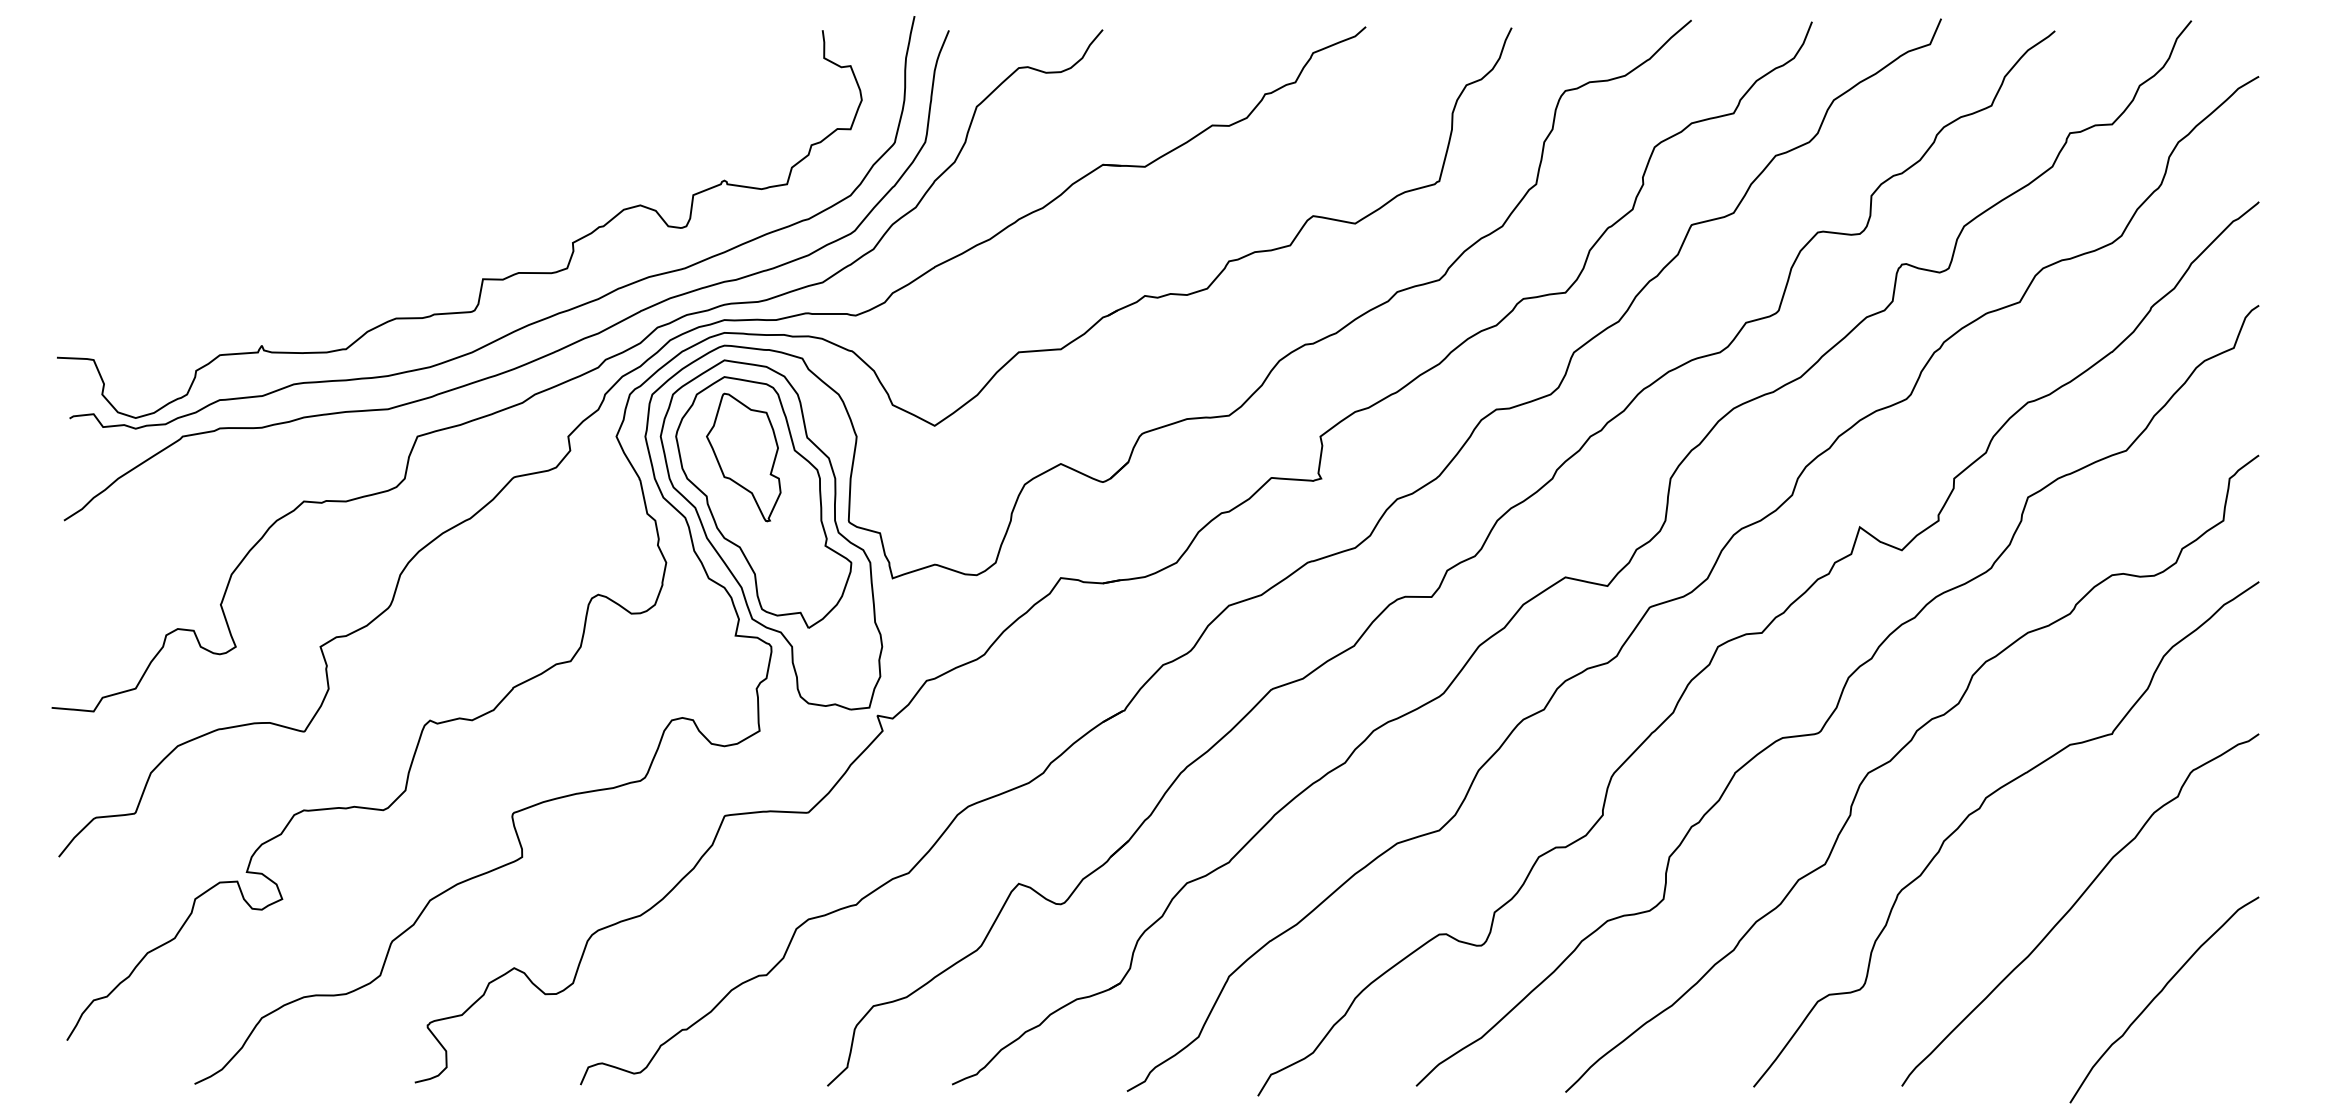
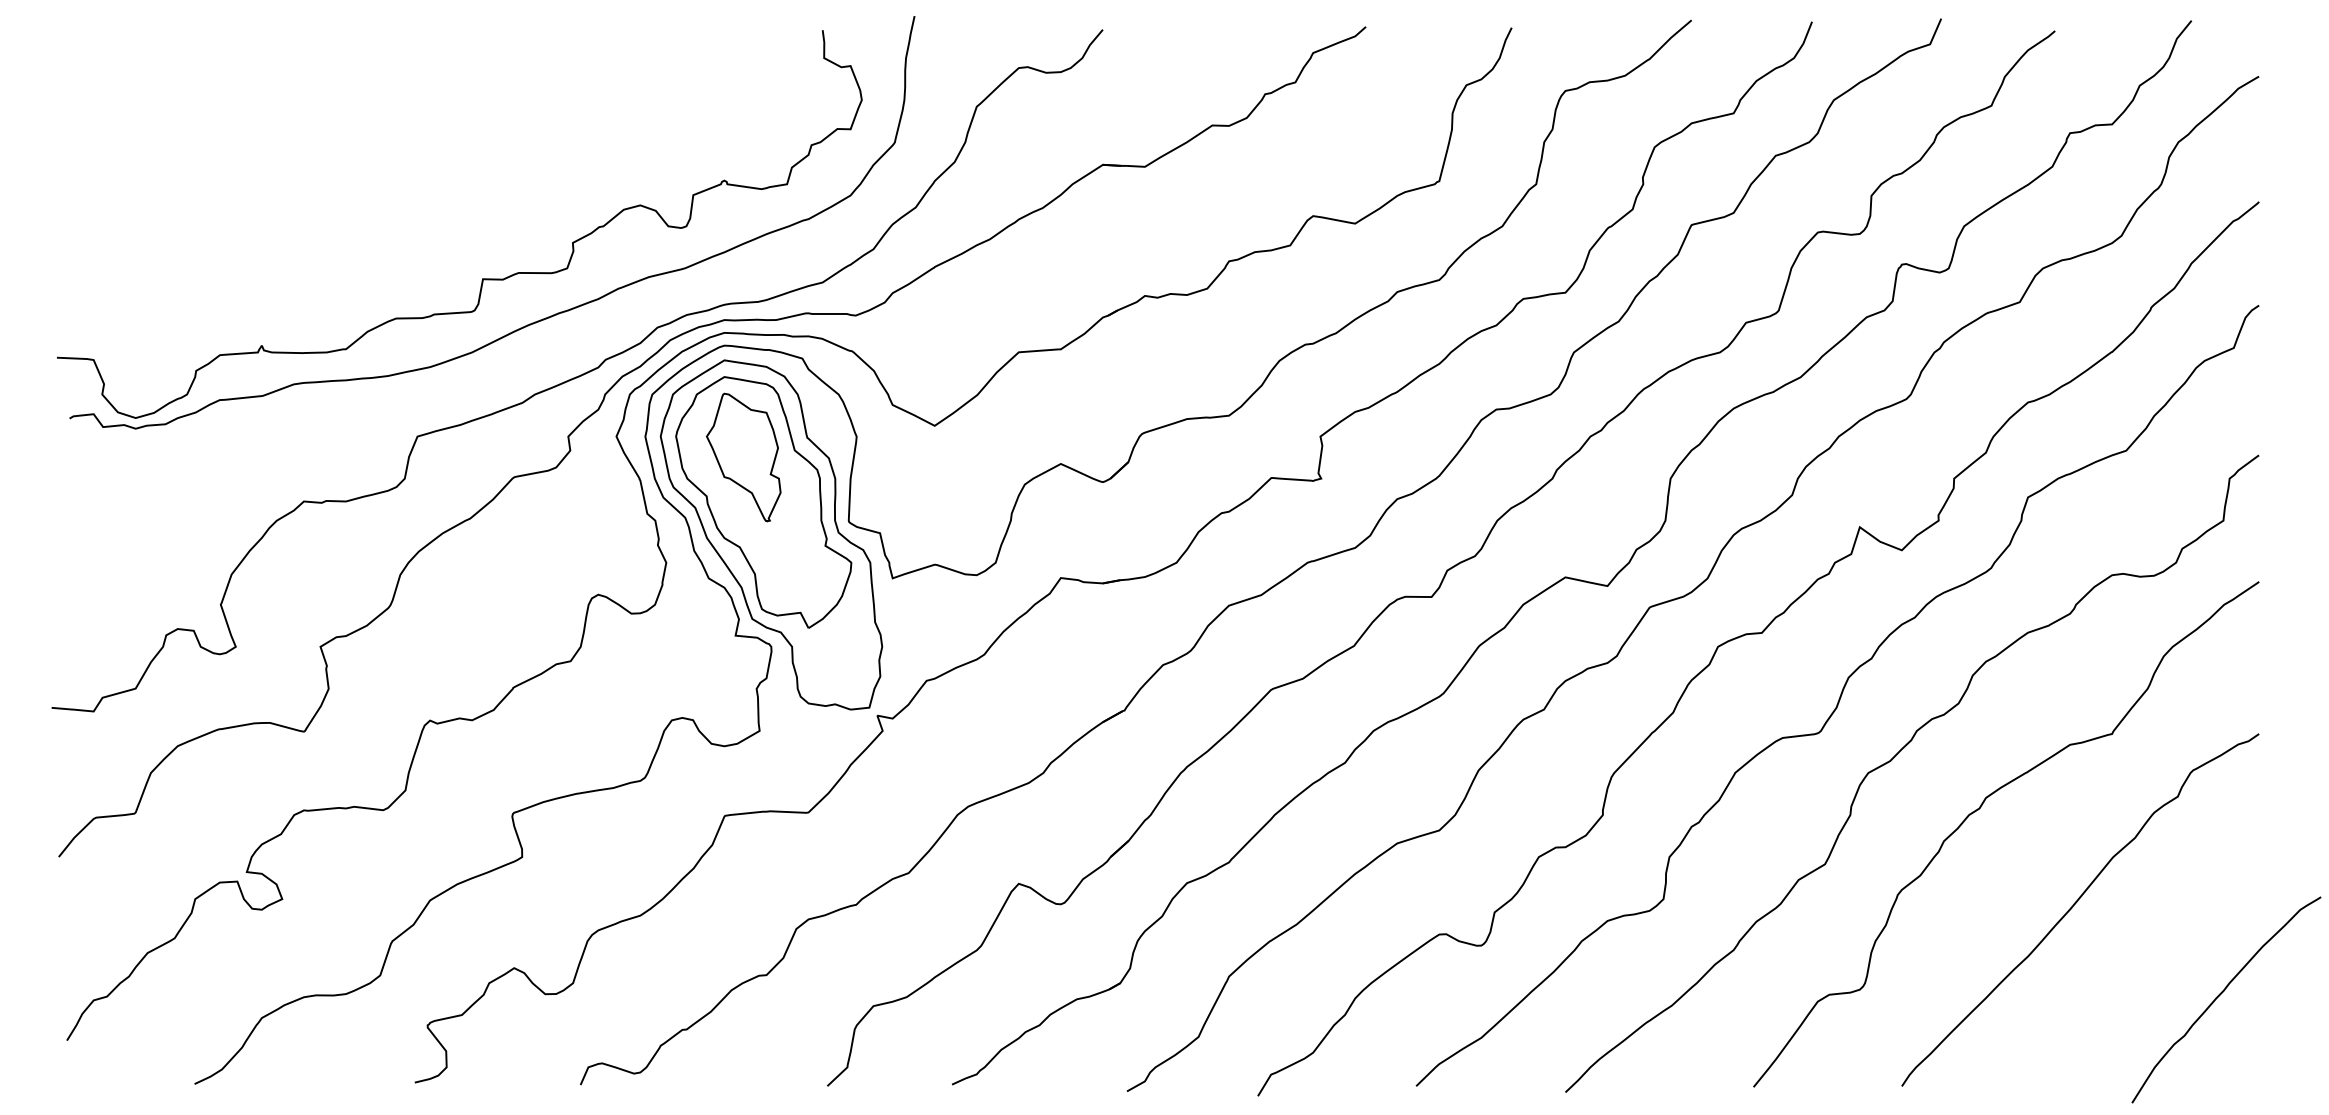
curve at (543, 355): present -> none
curve at (2159, 994) position: (2159, 994) -> (2221, 994)
